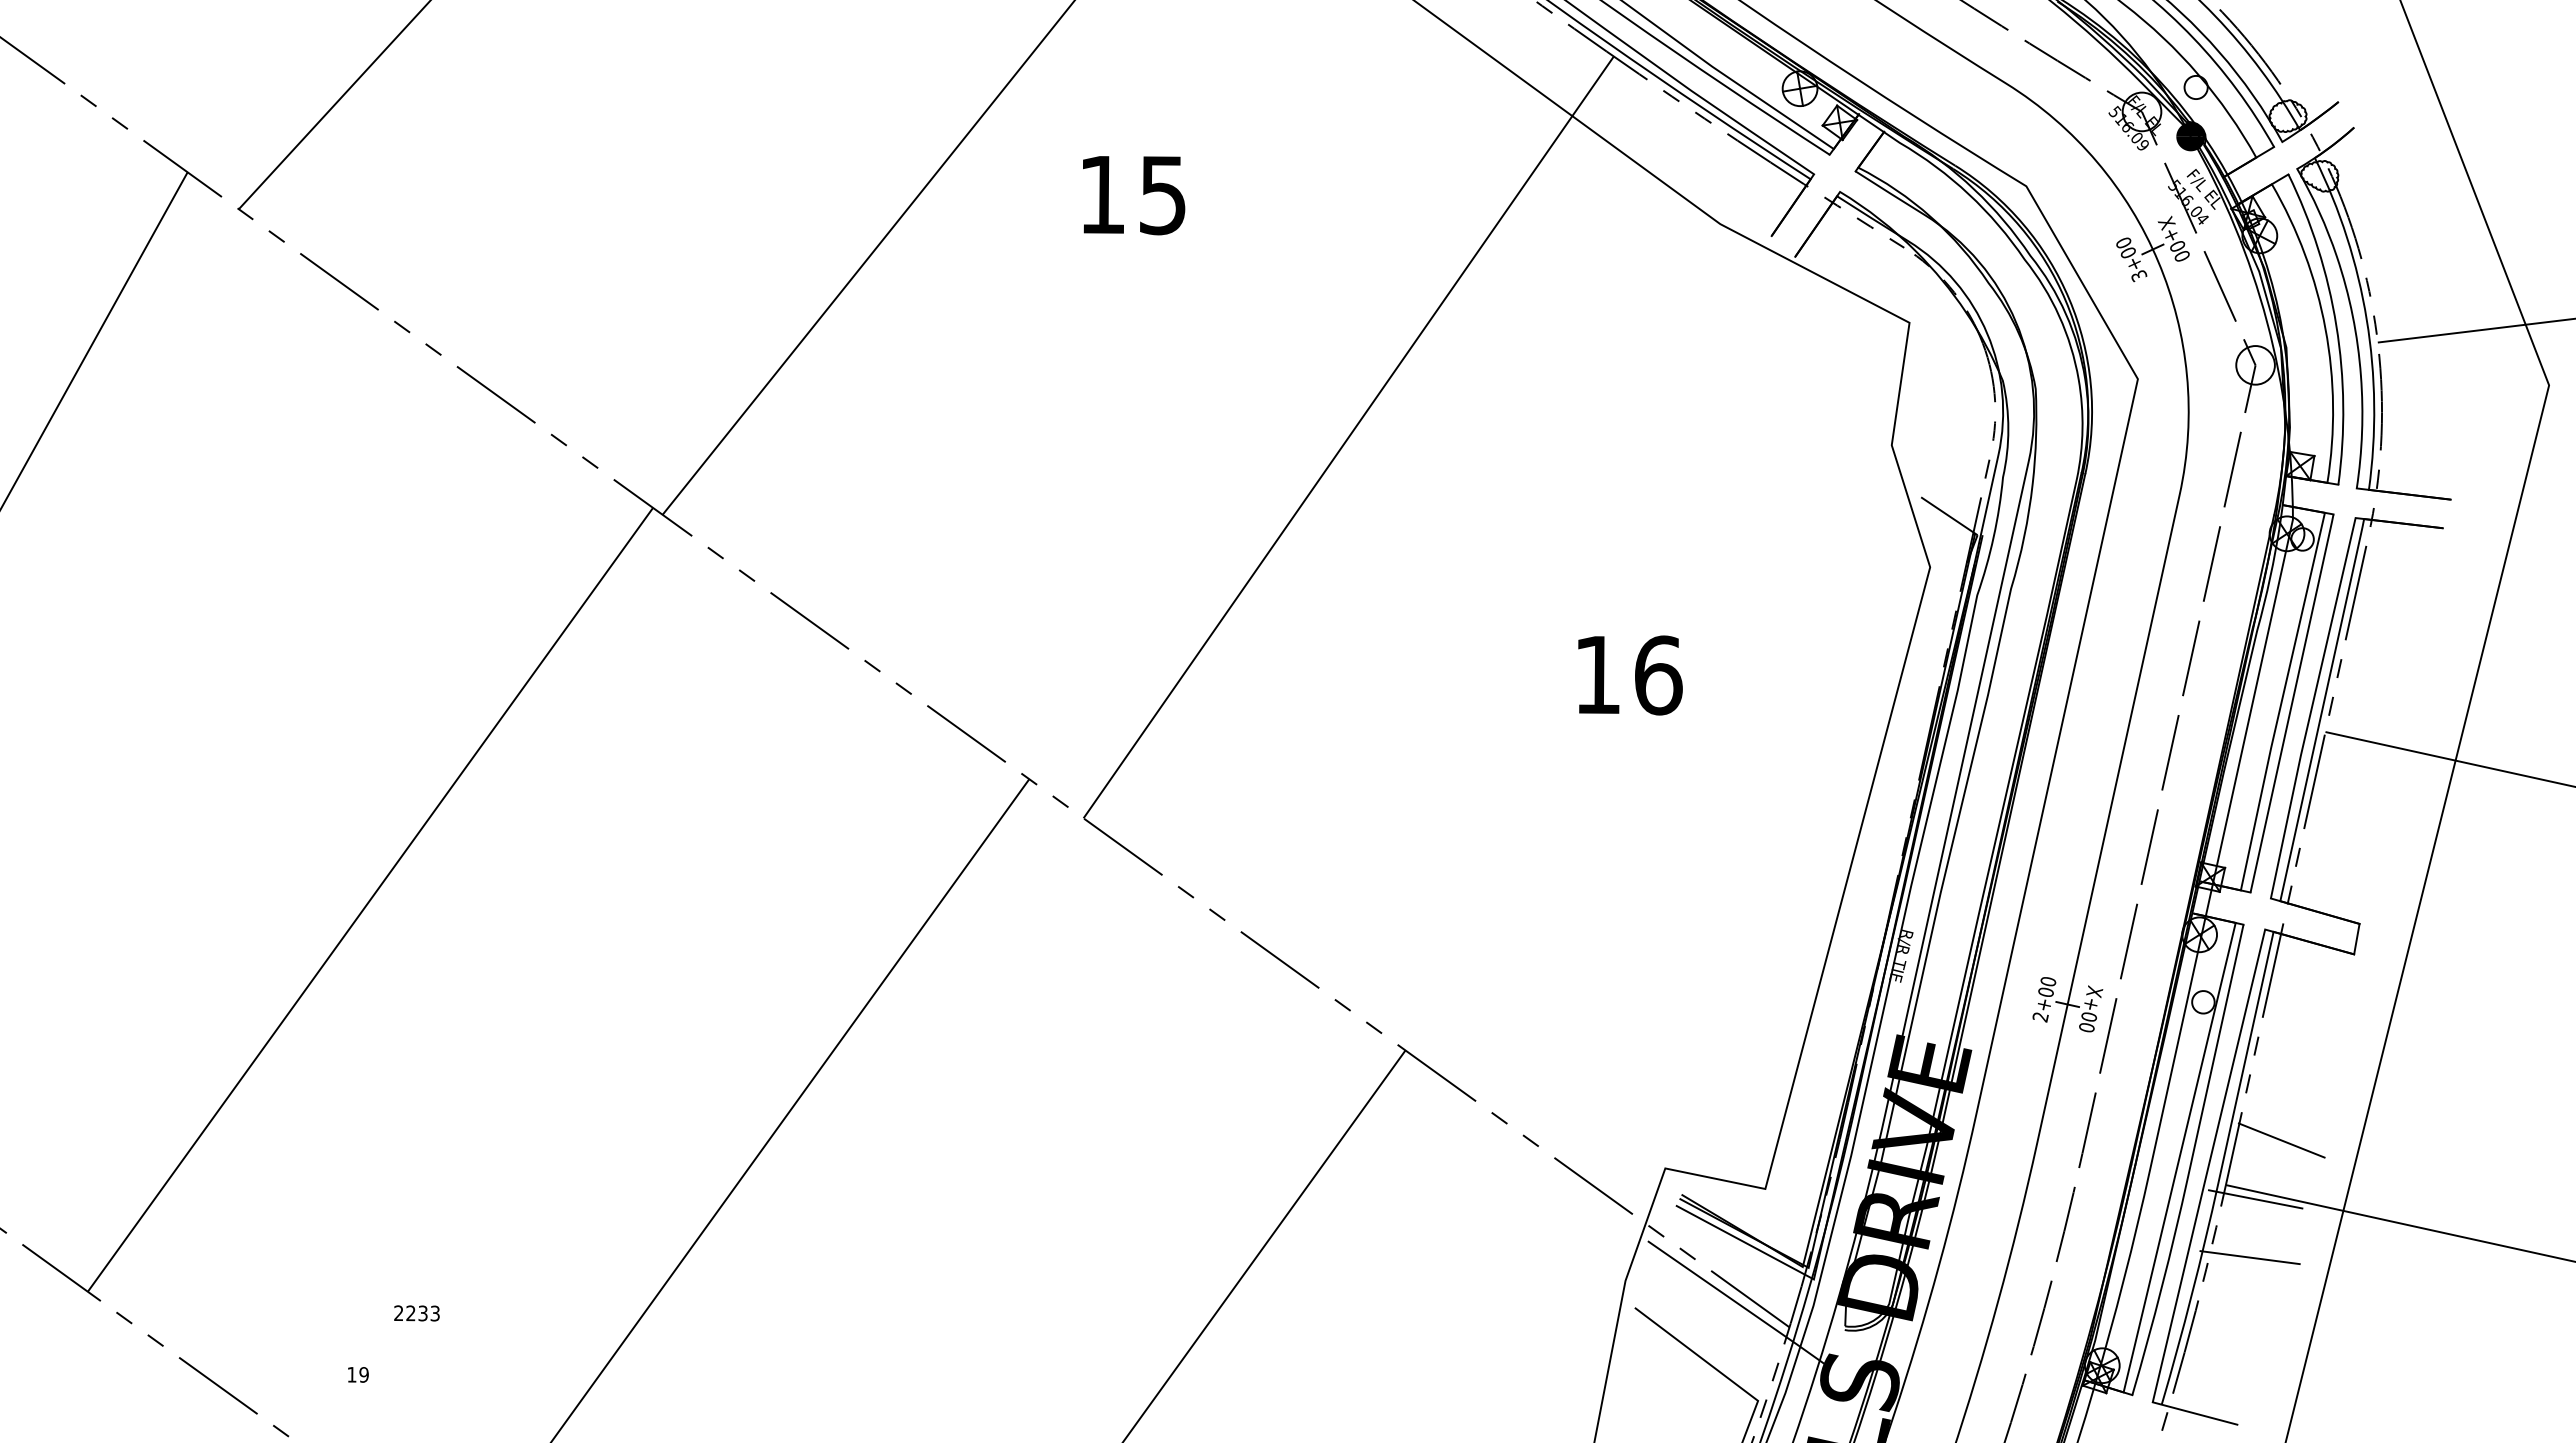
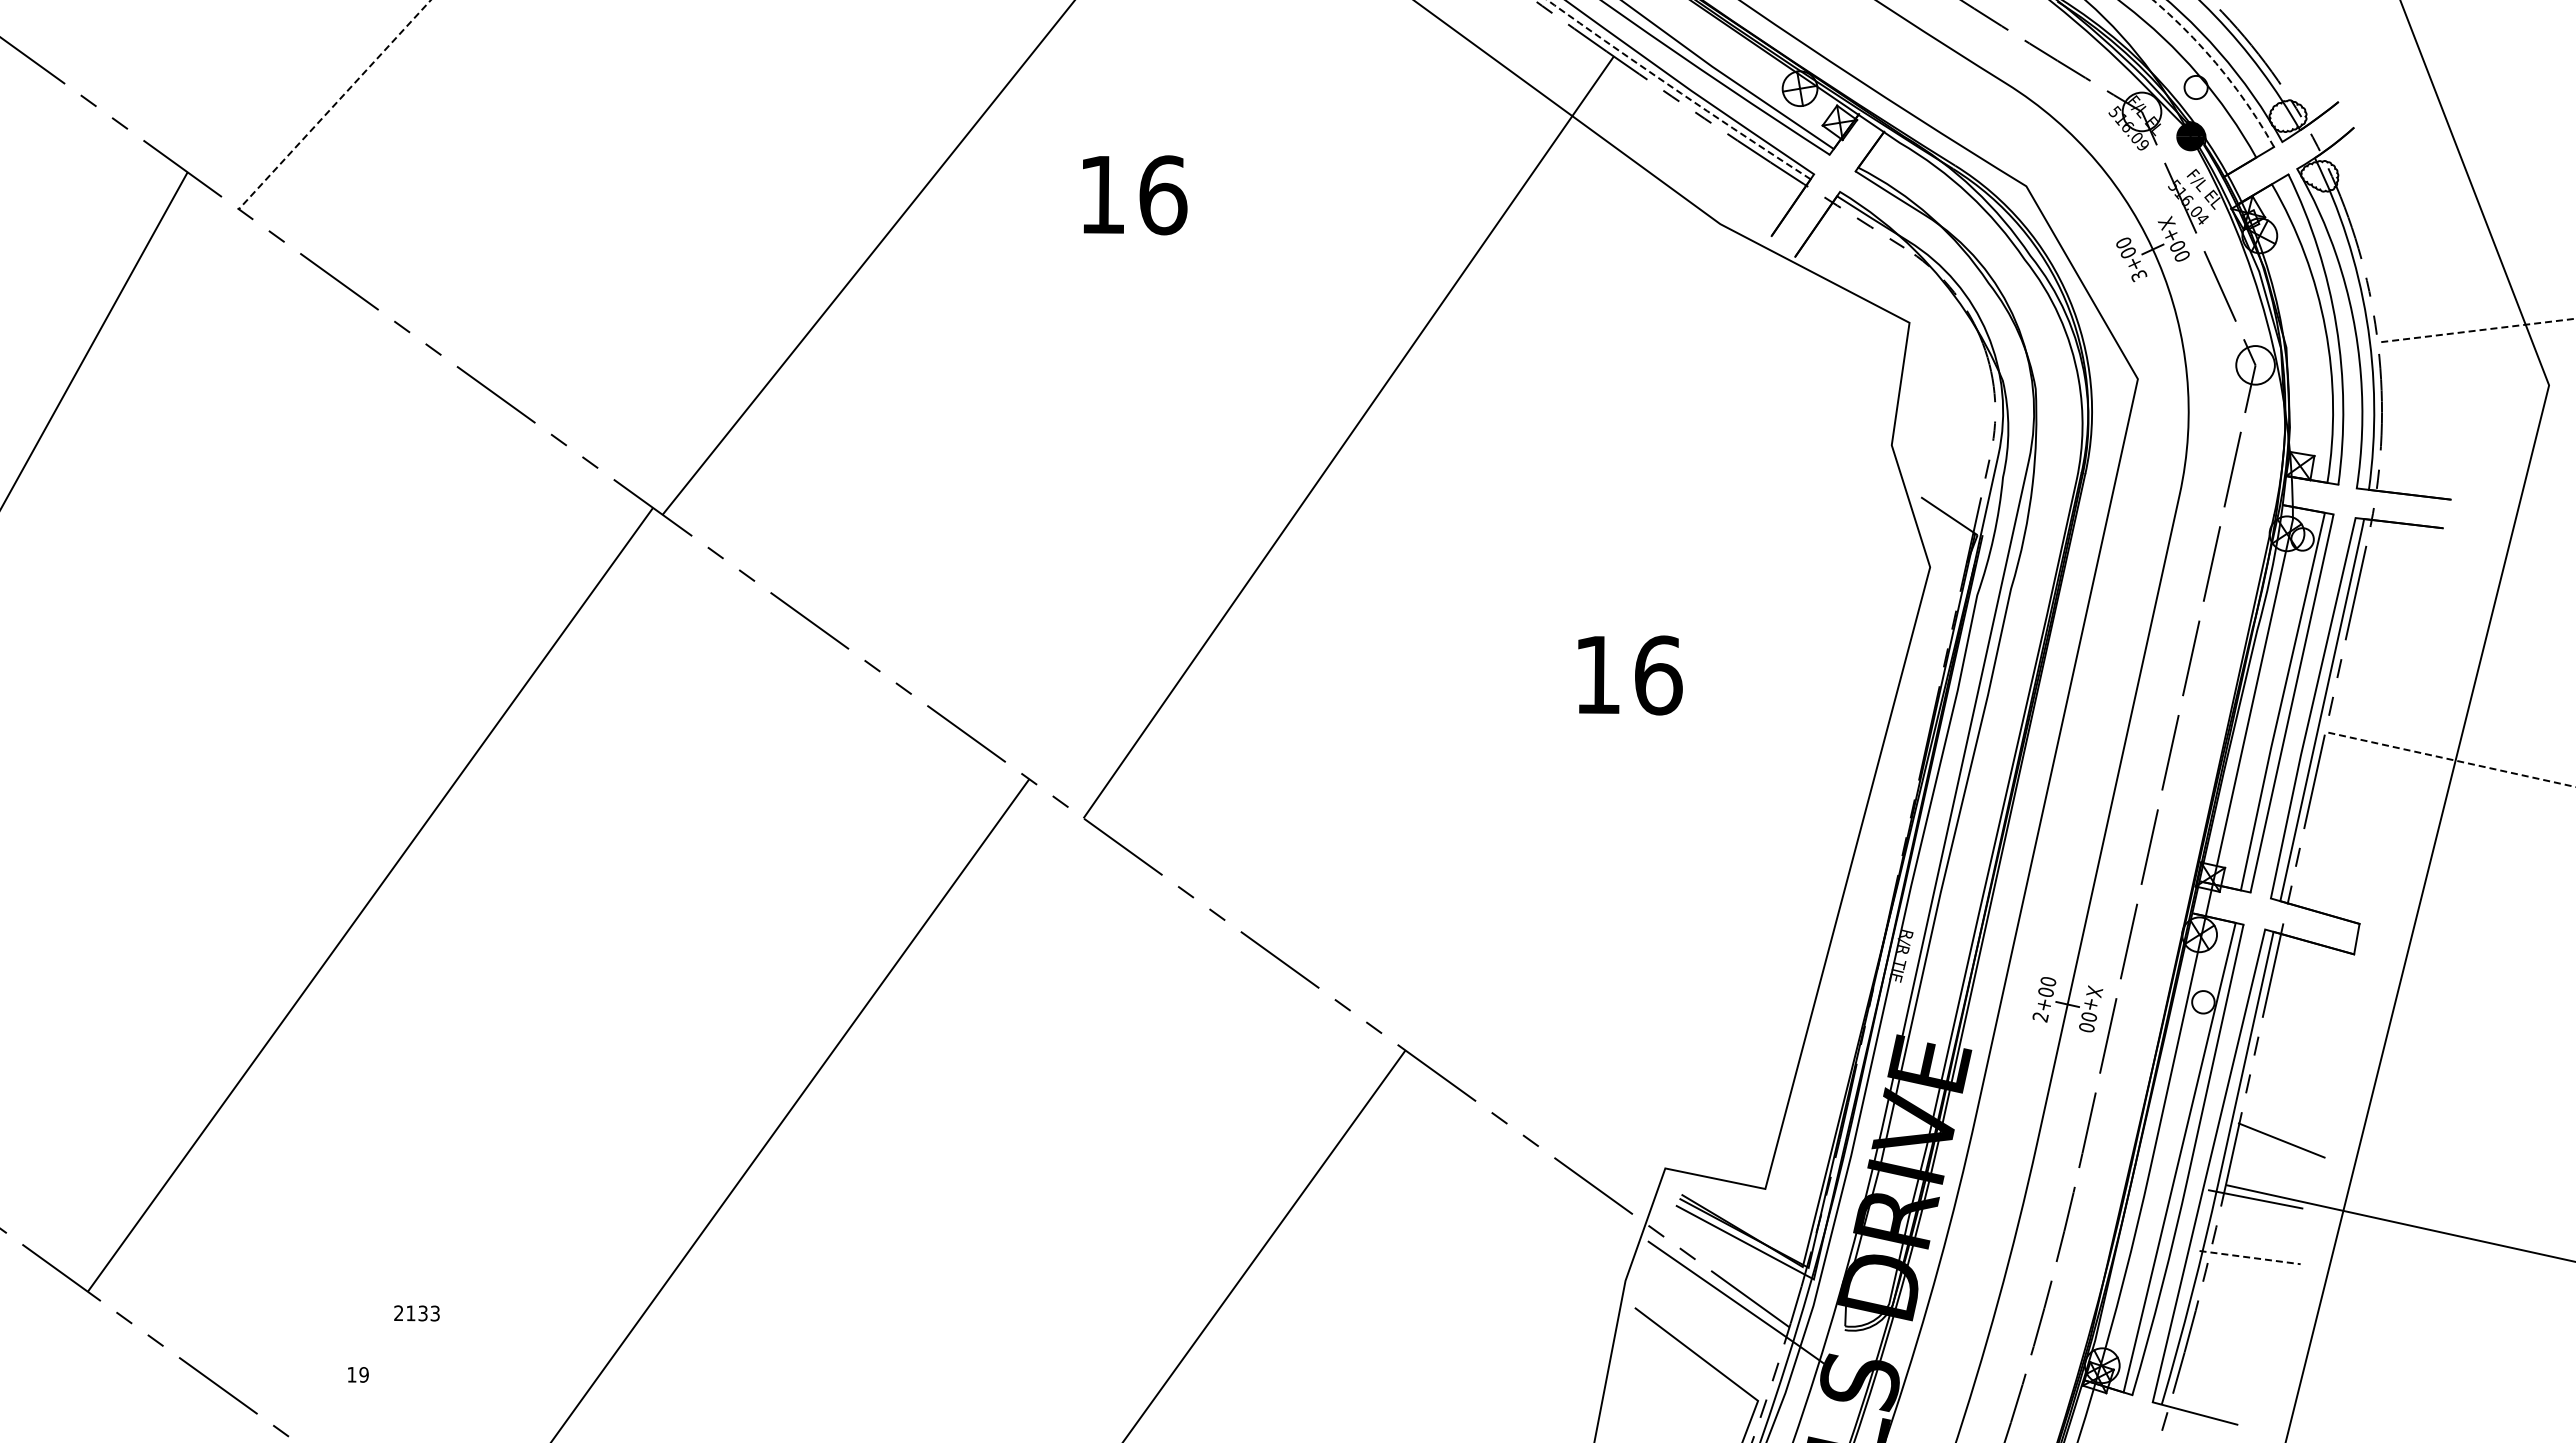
line at (2220, 68): solid -> dashed
line at (1677, 90): solid -> dashed
line at (334, 104): solid -> dashed
text at (1163, 195): 15 -> 16
line at (2476, 330): solid -> dashed
line at (2450, 759): solid -> dashed
line at (2250, 1257): solid -> dashed
text at (410, 1312): 2233 -> 2133
